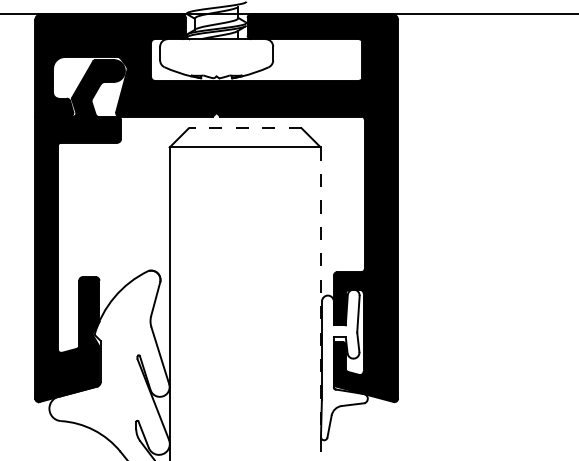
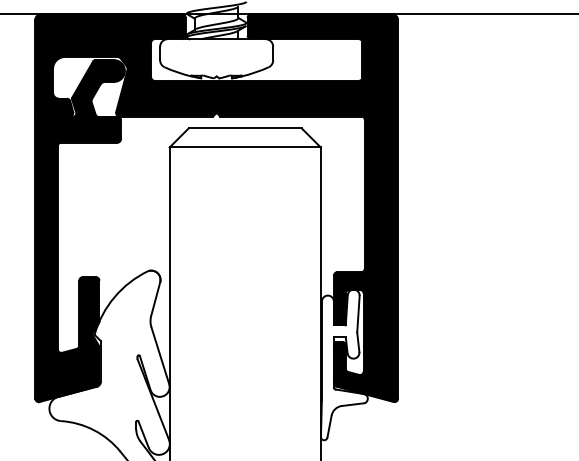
line at (245, 128): dashed -> solid
line at (320, 304): dashed -> solid
